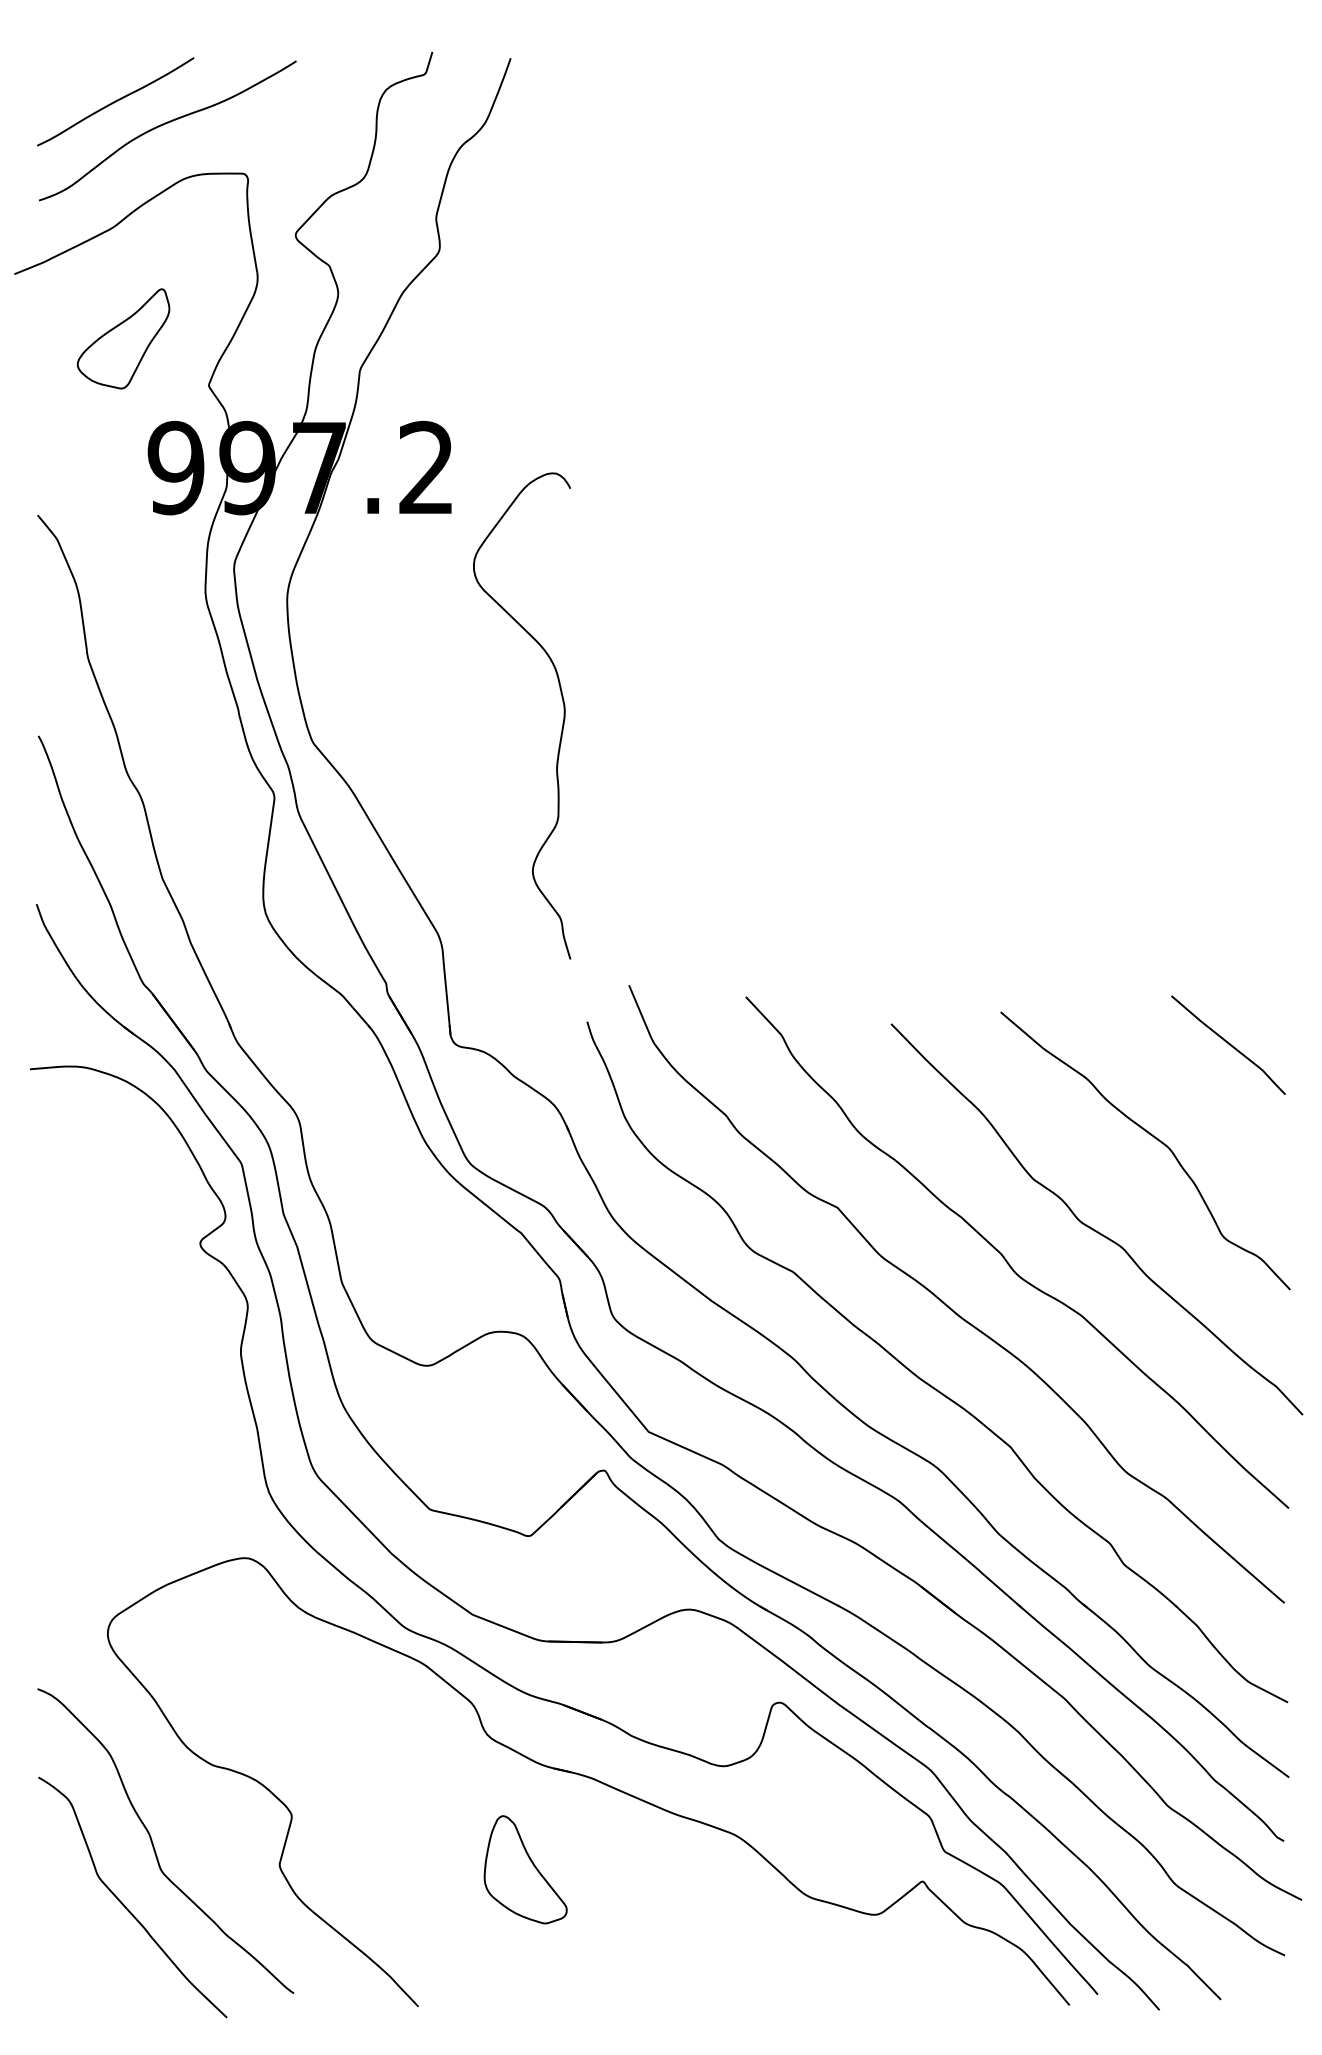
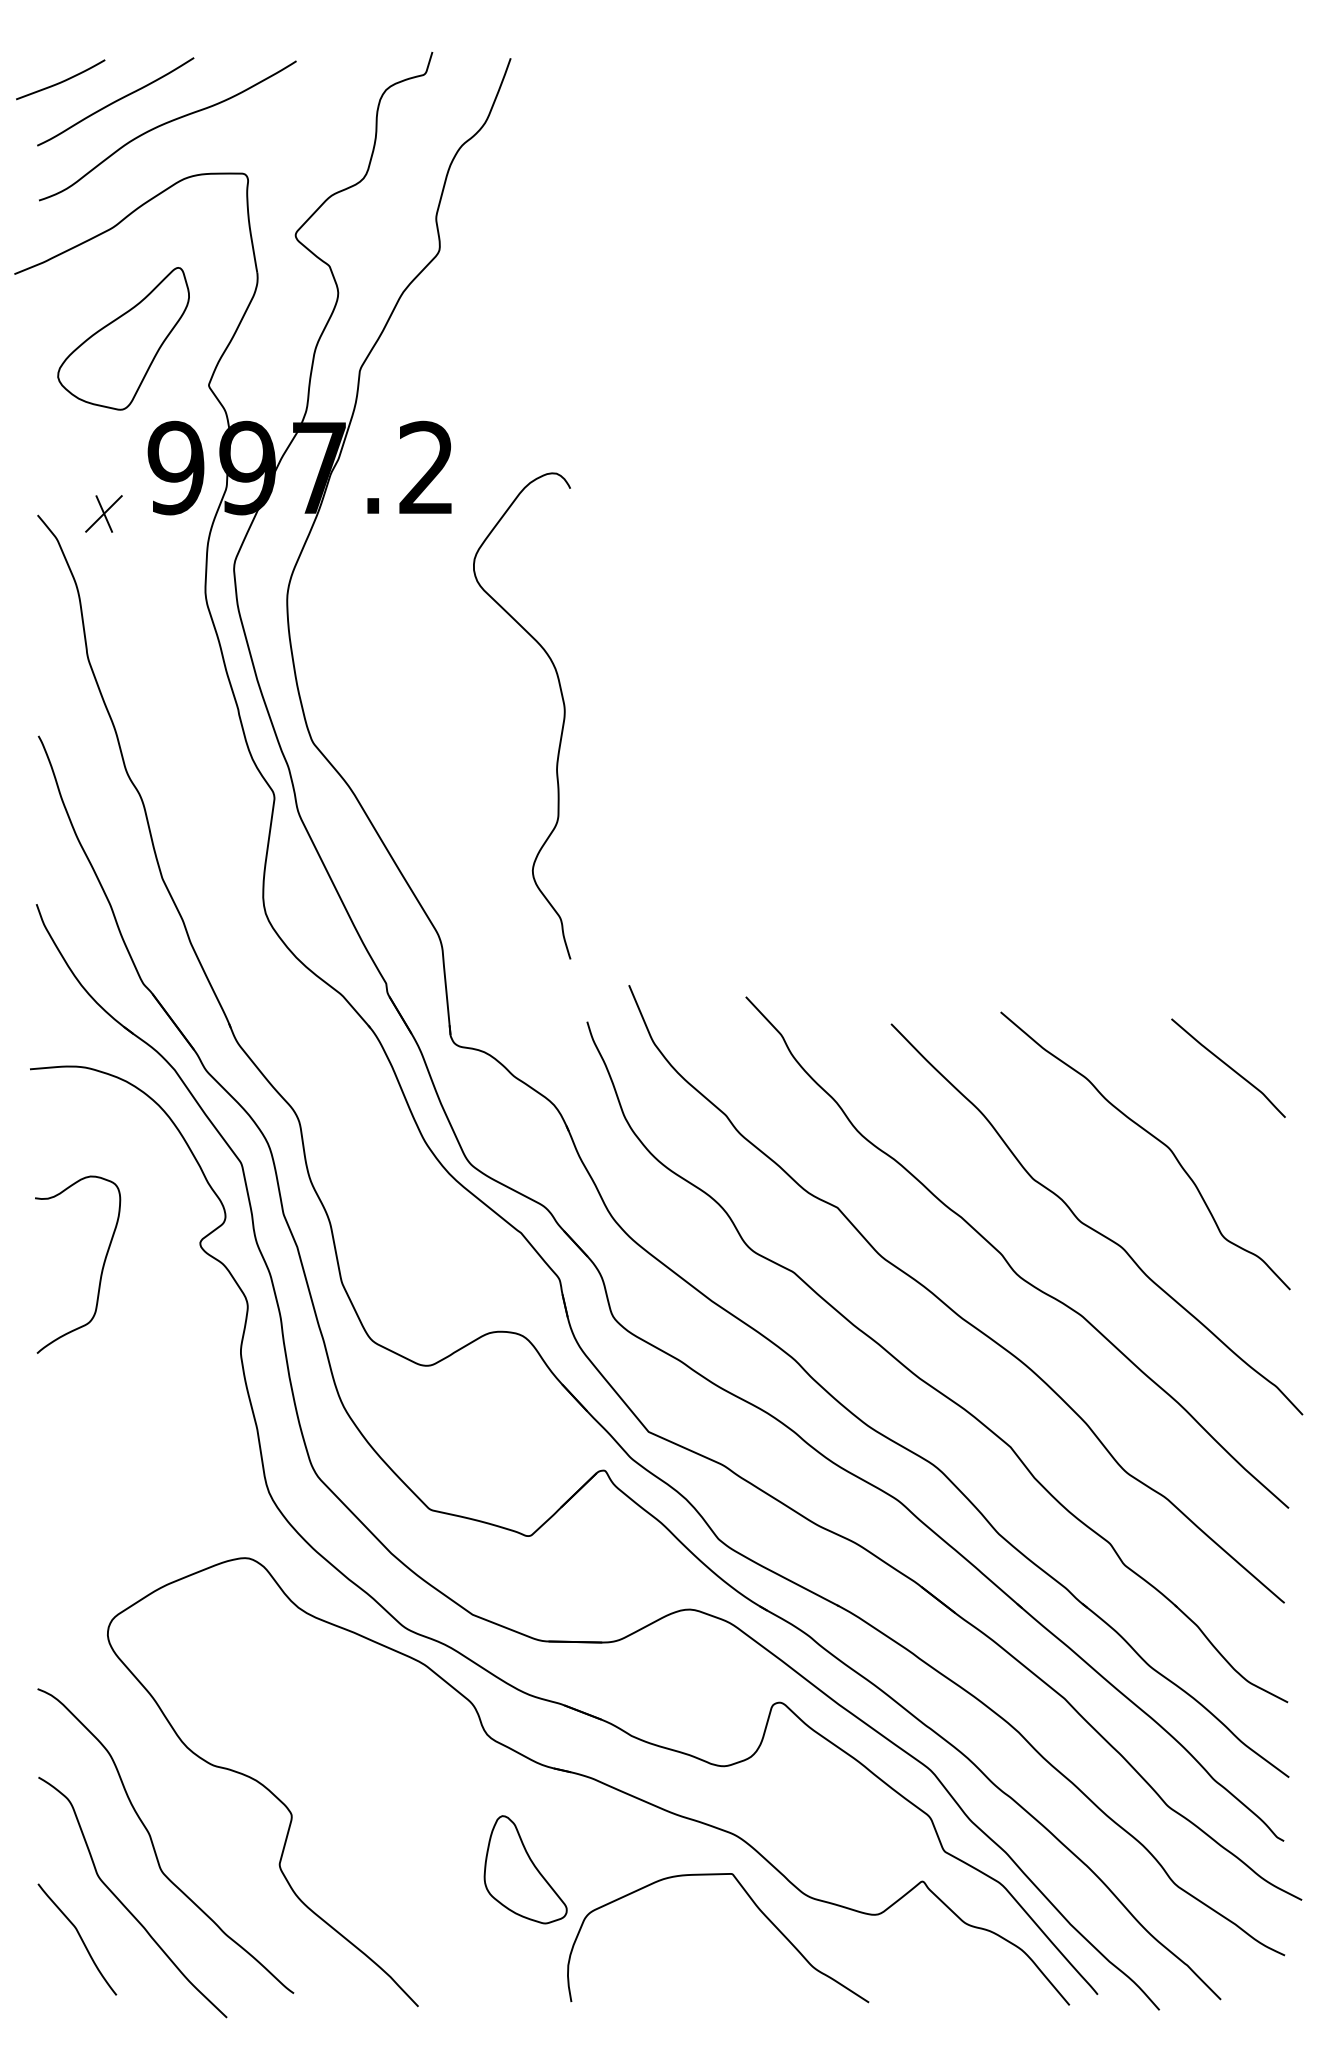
curve at (60, 81): none -> present
part at (123, 338) size: 95x102 px -> 133x144 px
part at (103, 513): none -> present
curve at (1228, 1044) position: (1228, 1044) -> (1228, 1067)
curve at (101, 1269): none -> present
curve at (756, 1907): none -> present
curve at (79, 1937): none -> present
